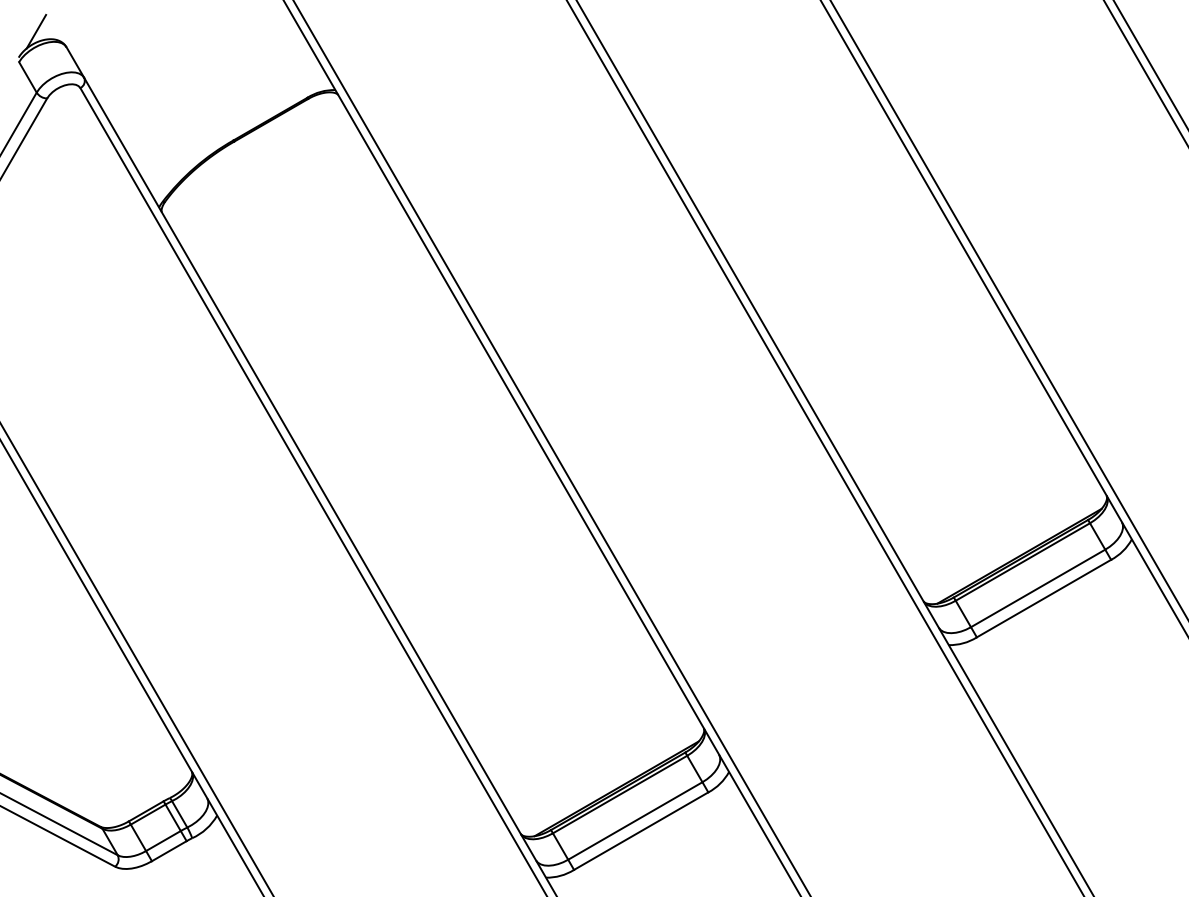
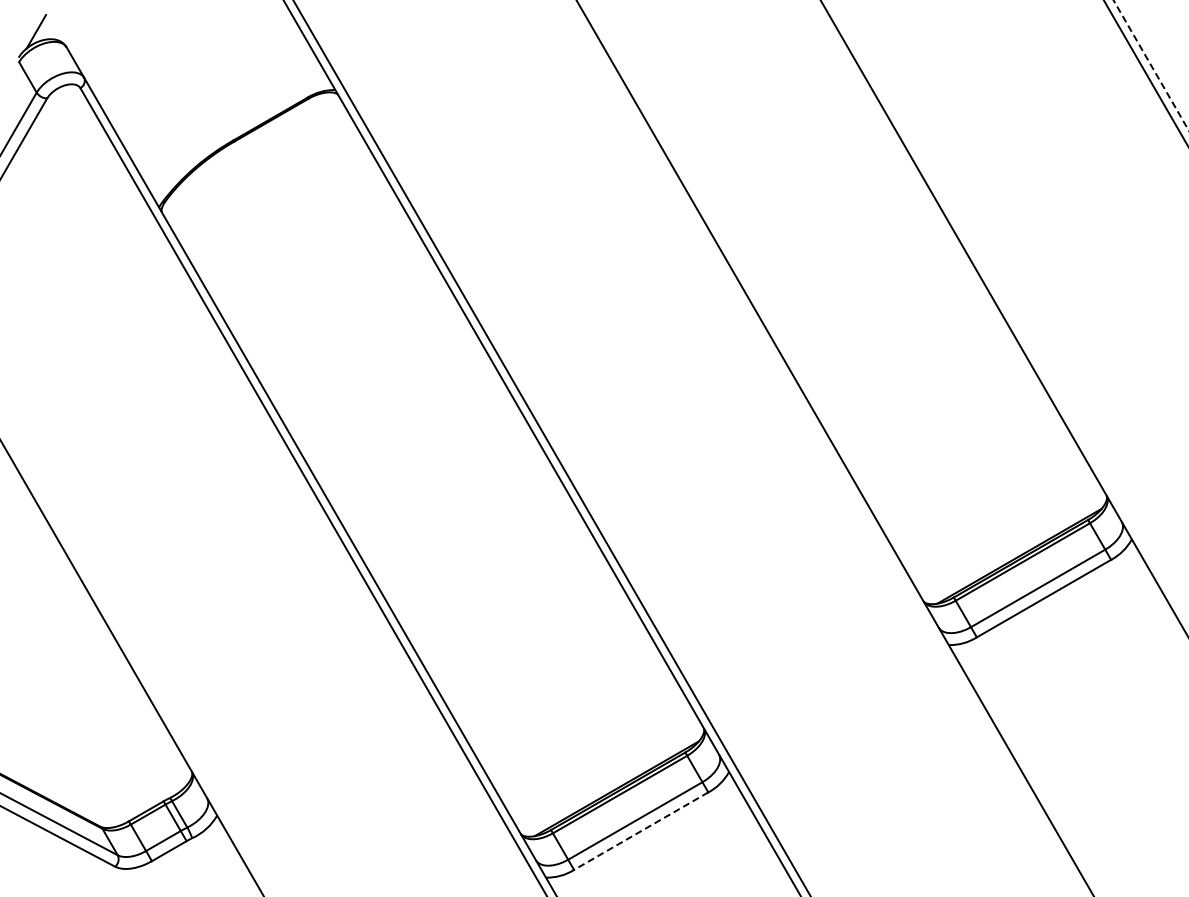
line at (1151, 65): solid -> dashed
line at (1008, 309): present -> none
line at (824, 447): present -> none
line at (136, 659): present -> none
line at (641, 831): solid -> dashed
